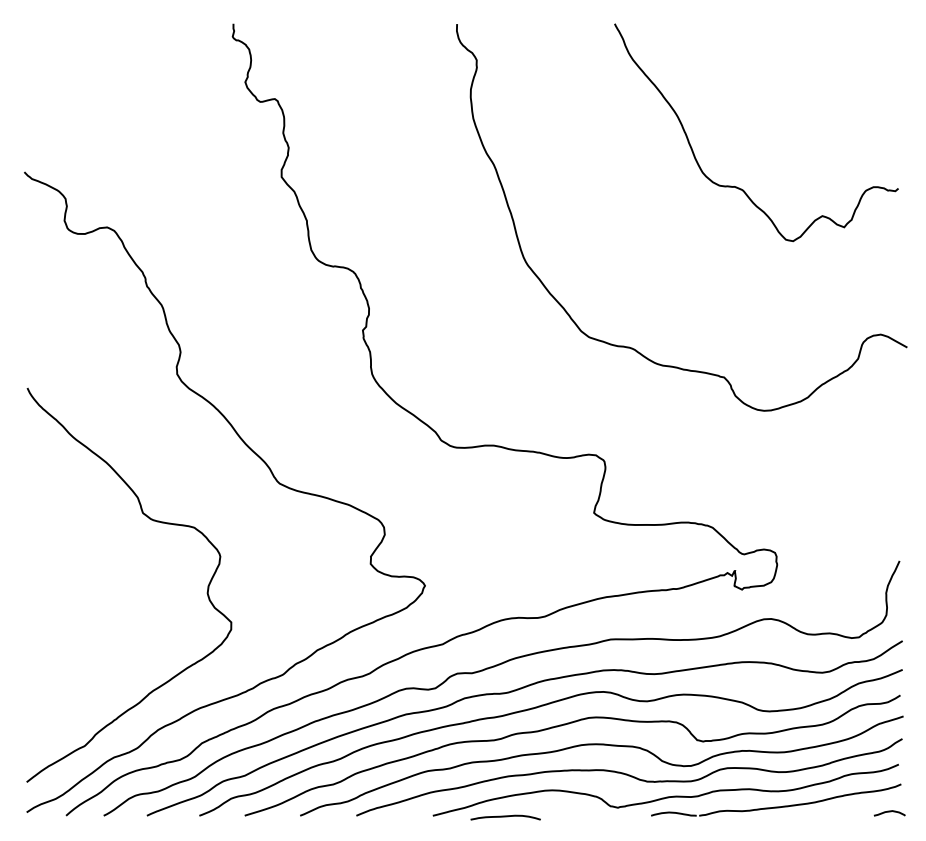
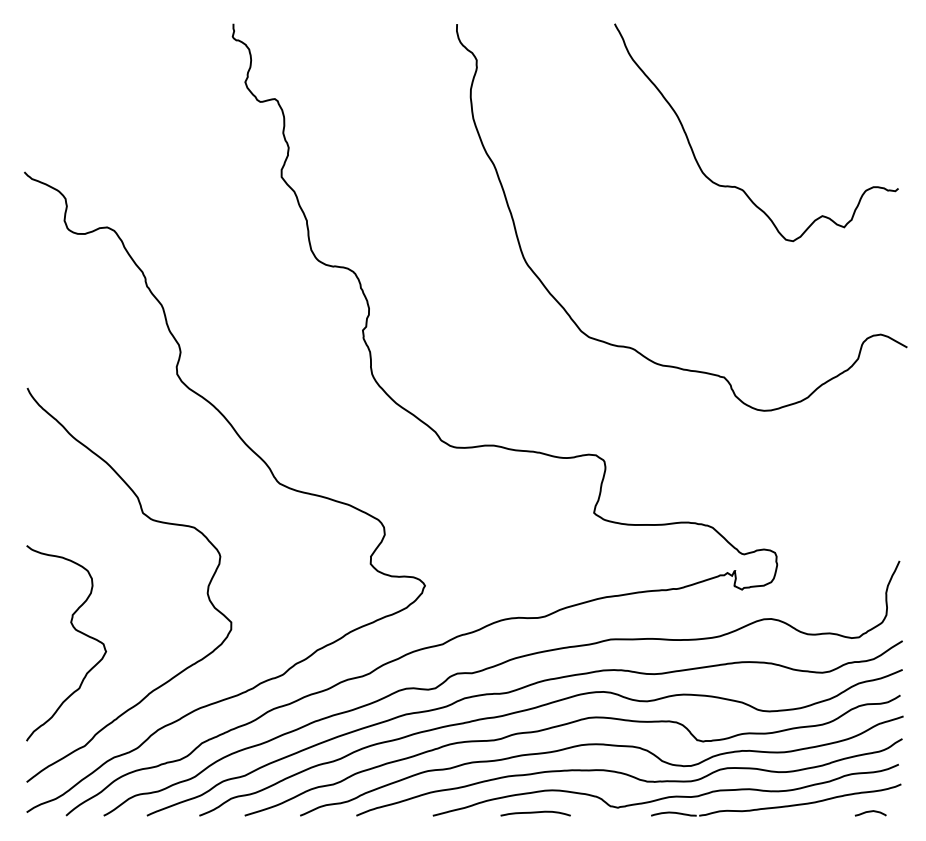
curve at (76, 631): none -> present
curve at (889, 812) position: (889, 812) -> (870, 812)
curve at (505, 817) position: (505, 817) -> (535, 813)
